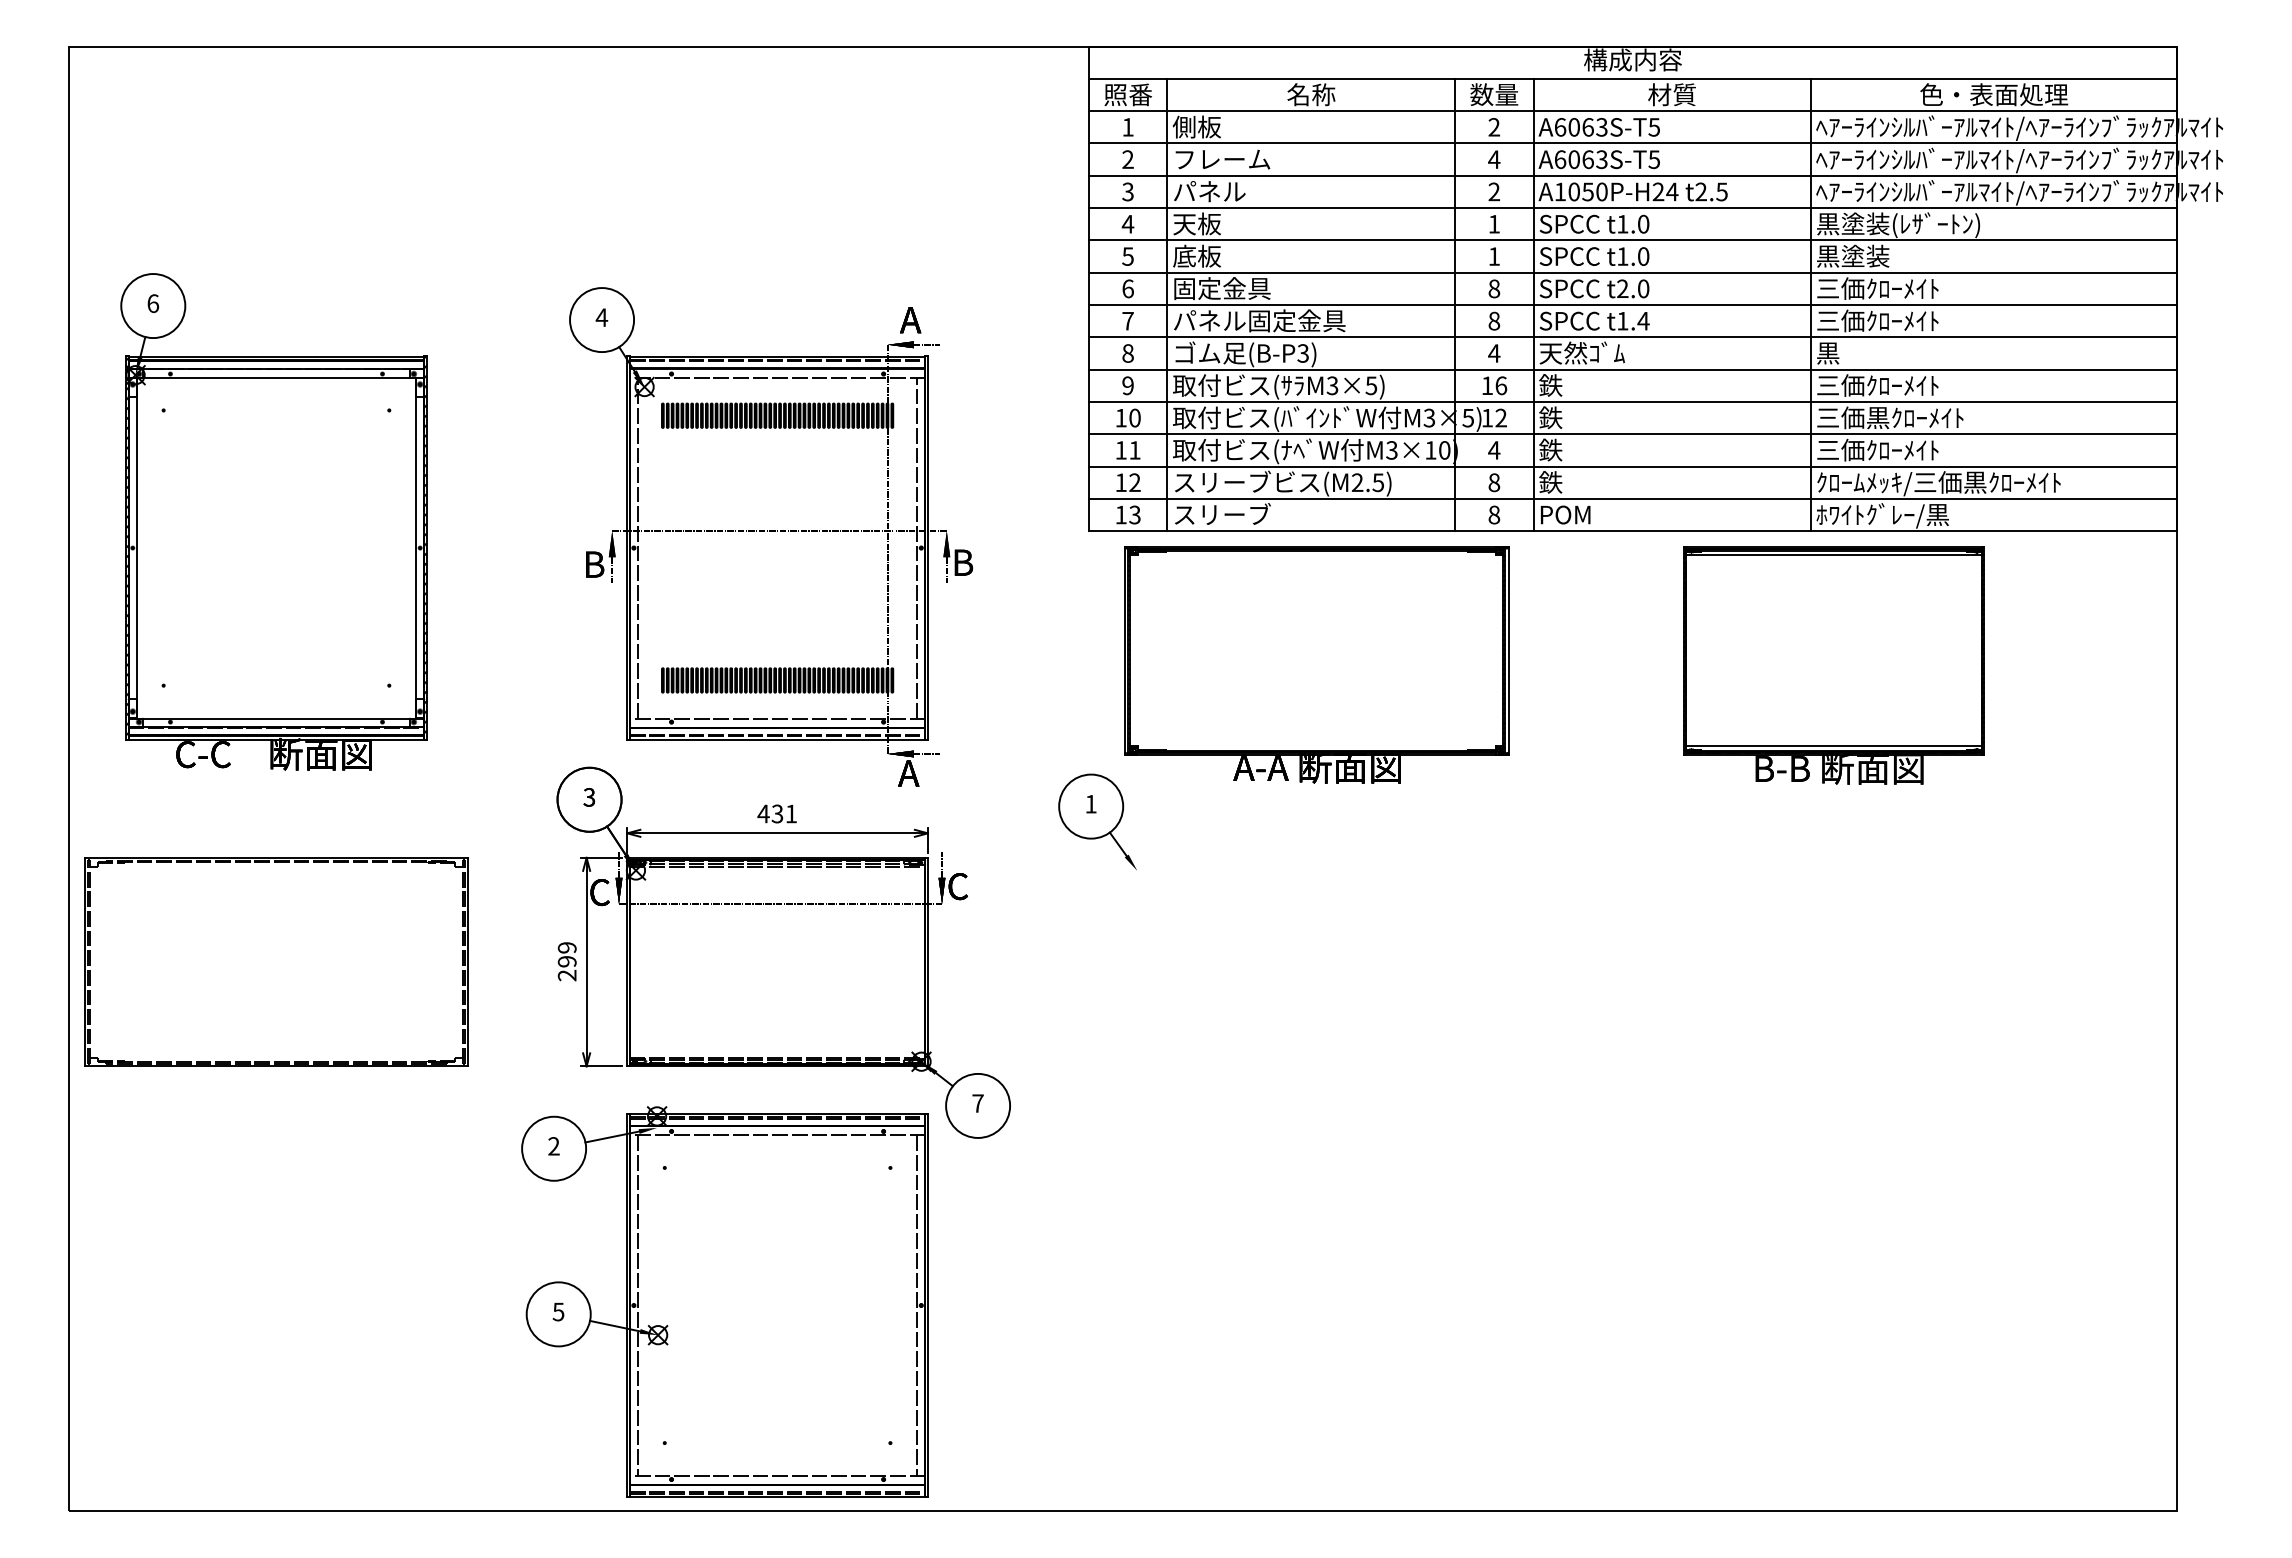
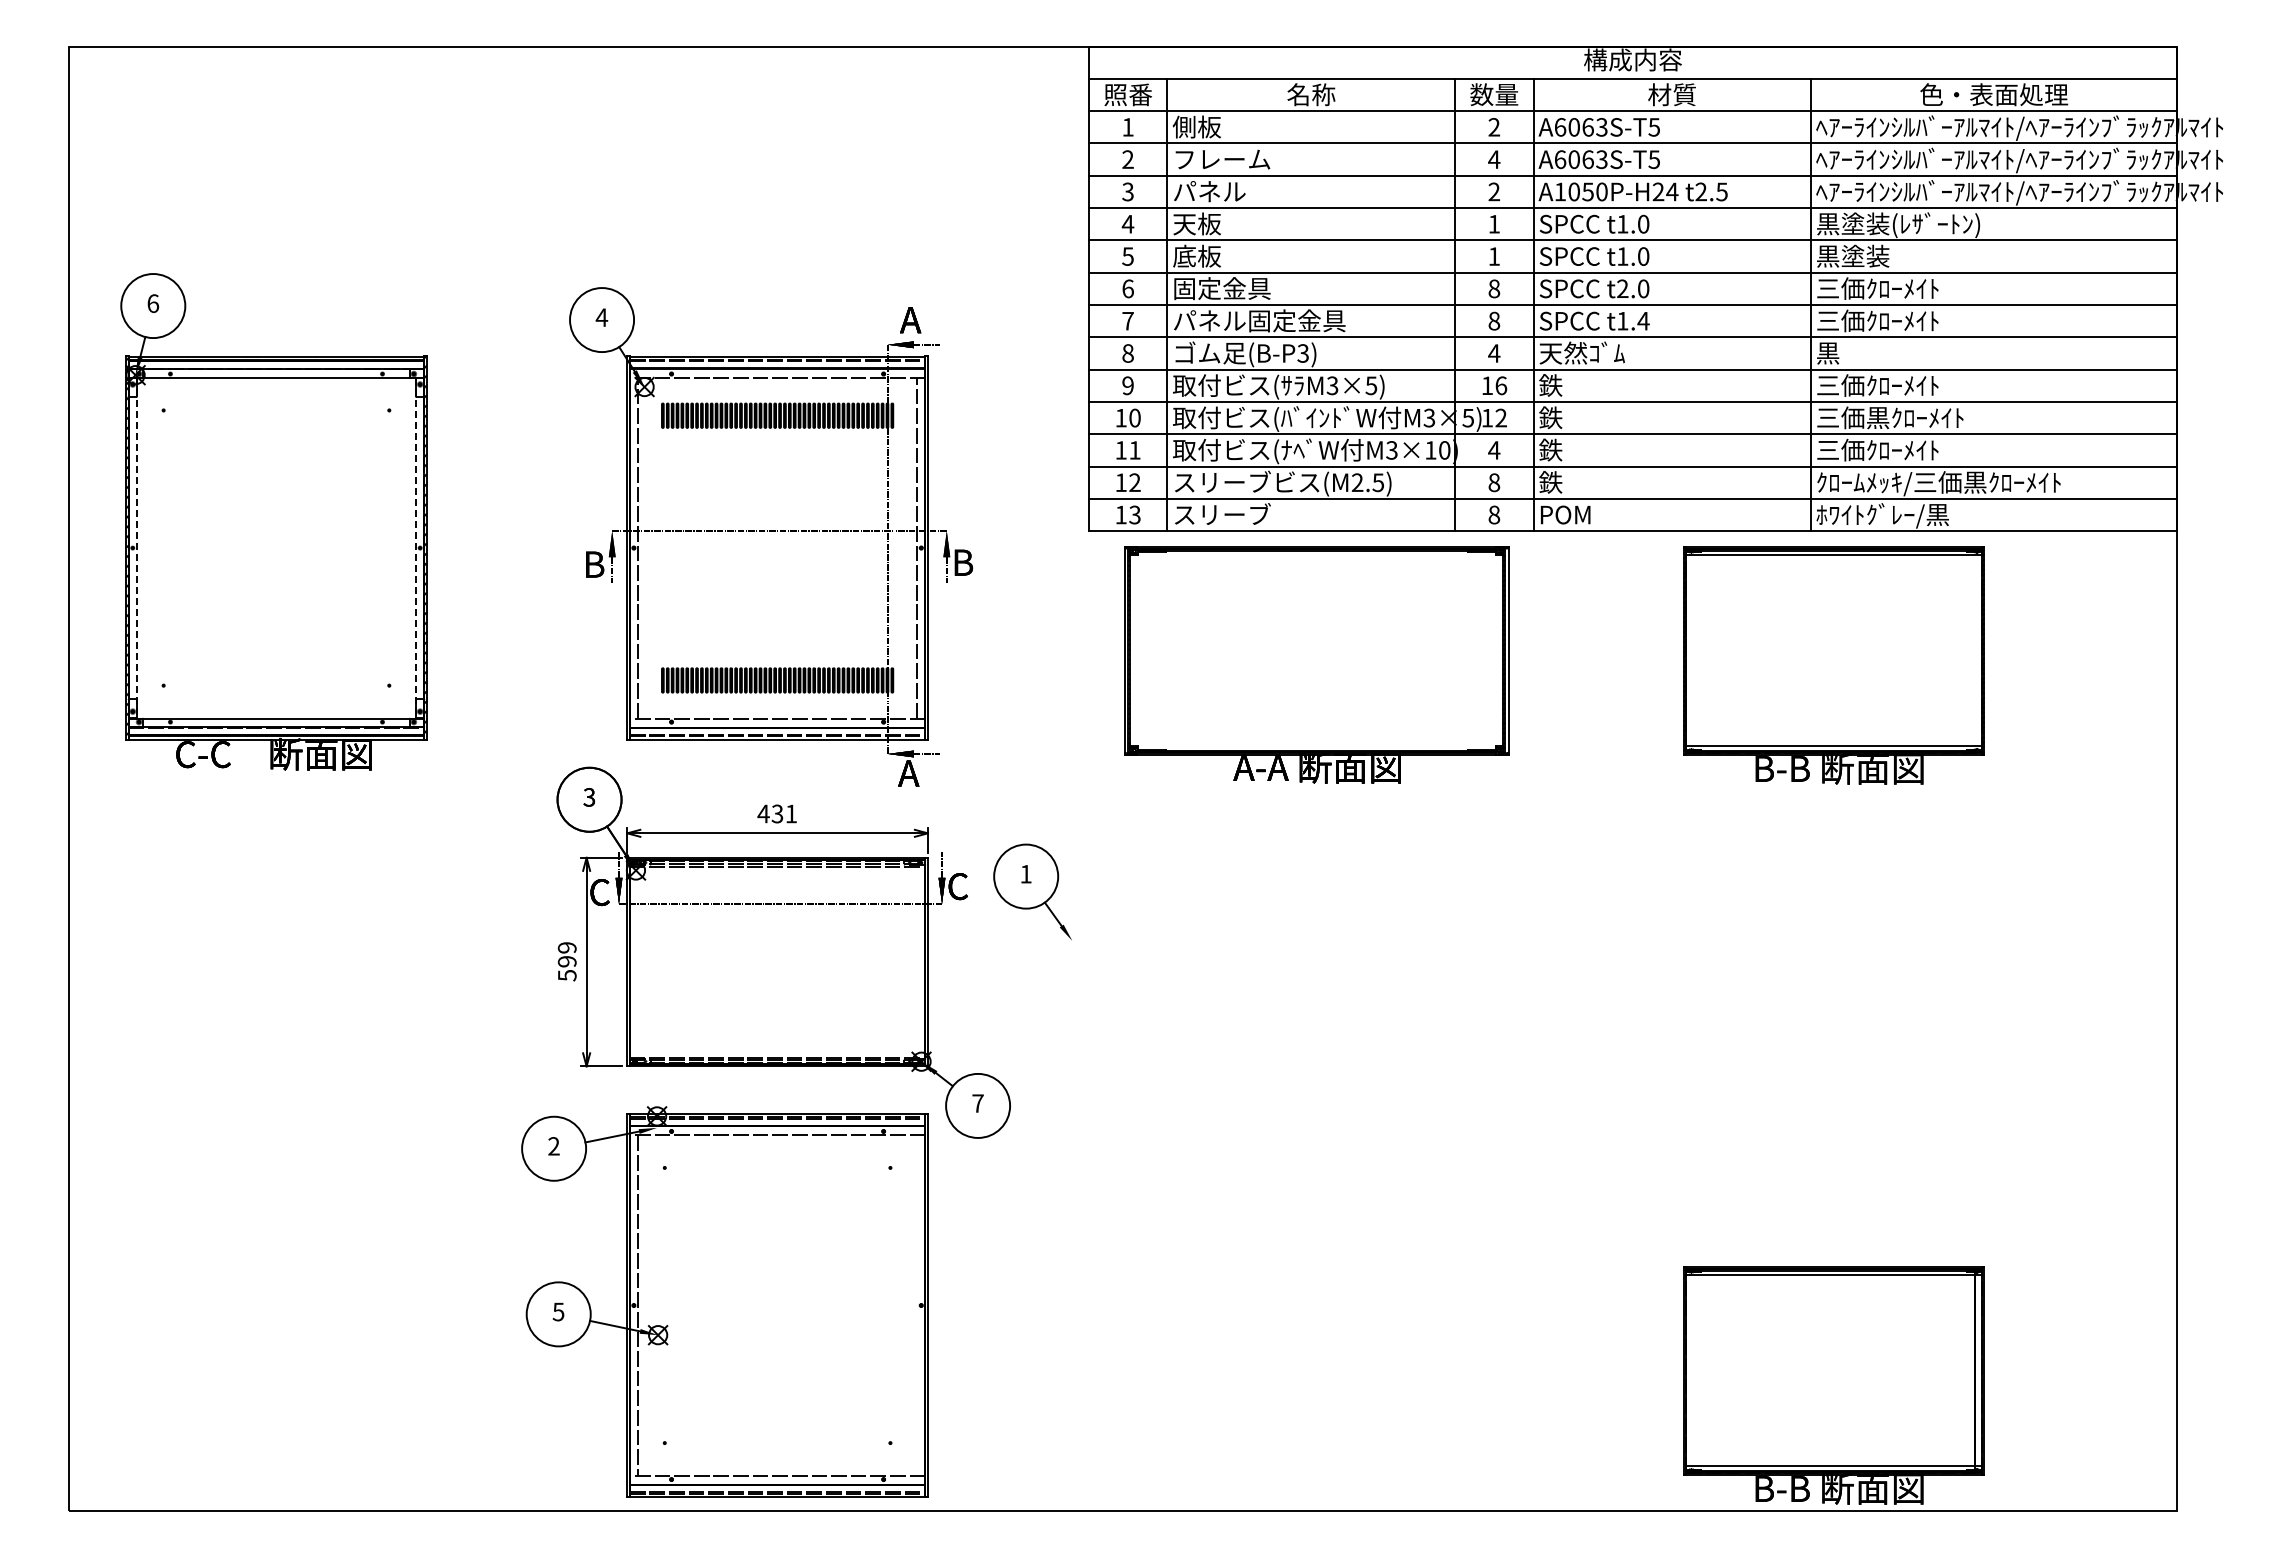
line at (136, 548): solid -> dashed
line at (416, 548): solid -> dashed
part at (1097, 821) position: (1097, 821) -> (1032, 891)
part at (276, 961): present -> none
text at (566, 975): 299 -> 599
line at (917, 1305): present -> none
part at (1833, 1385): none -> present
